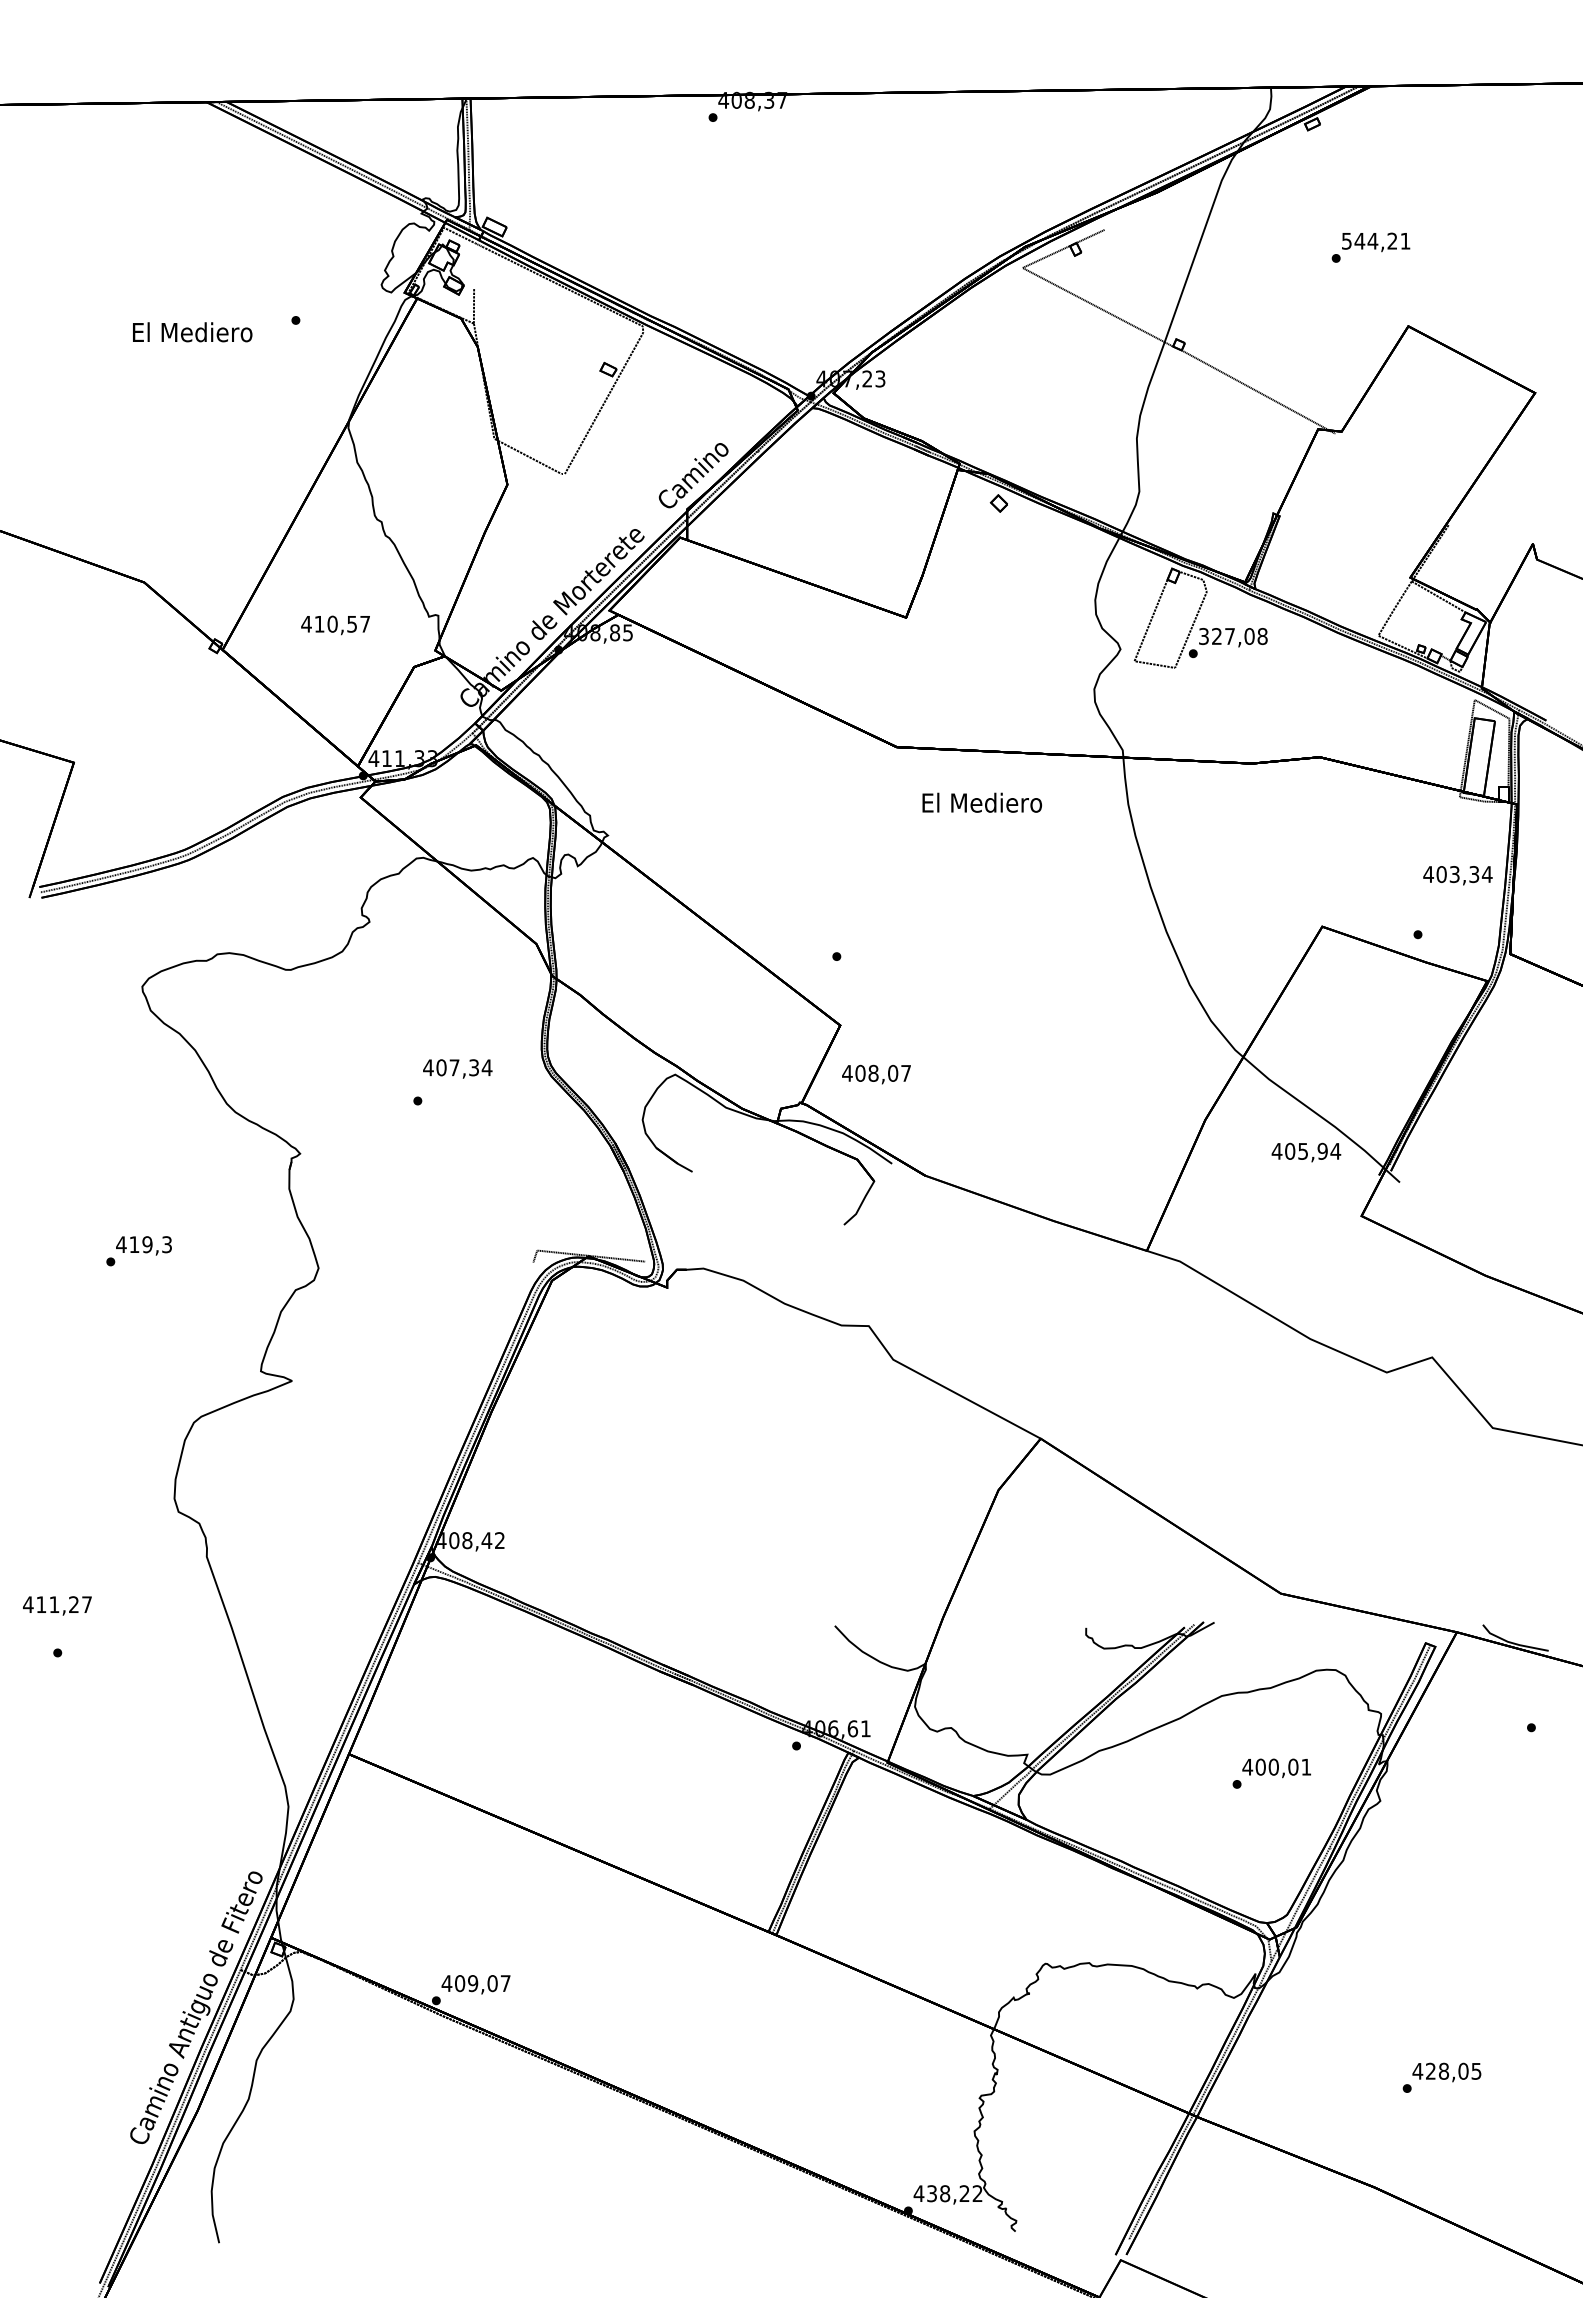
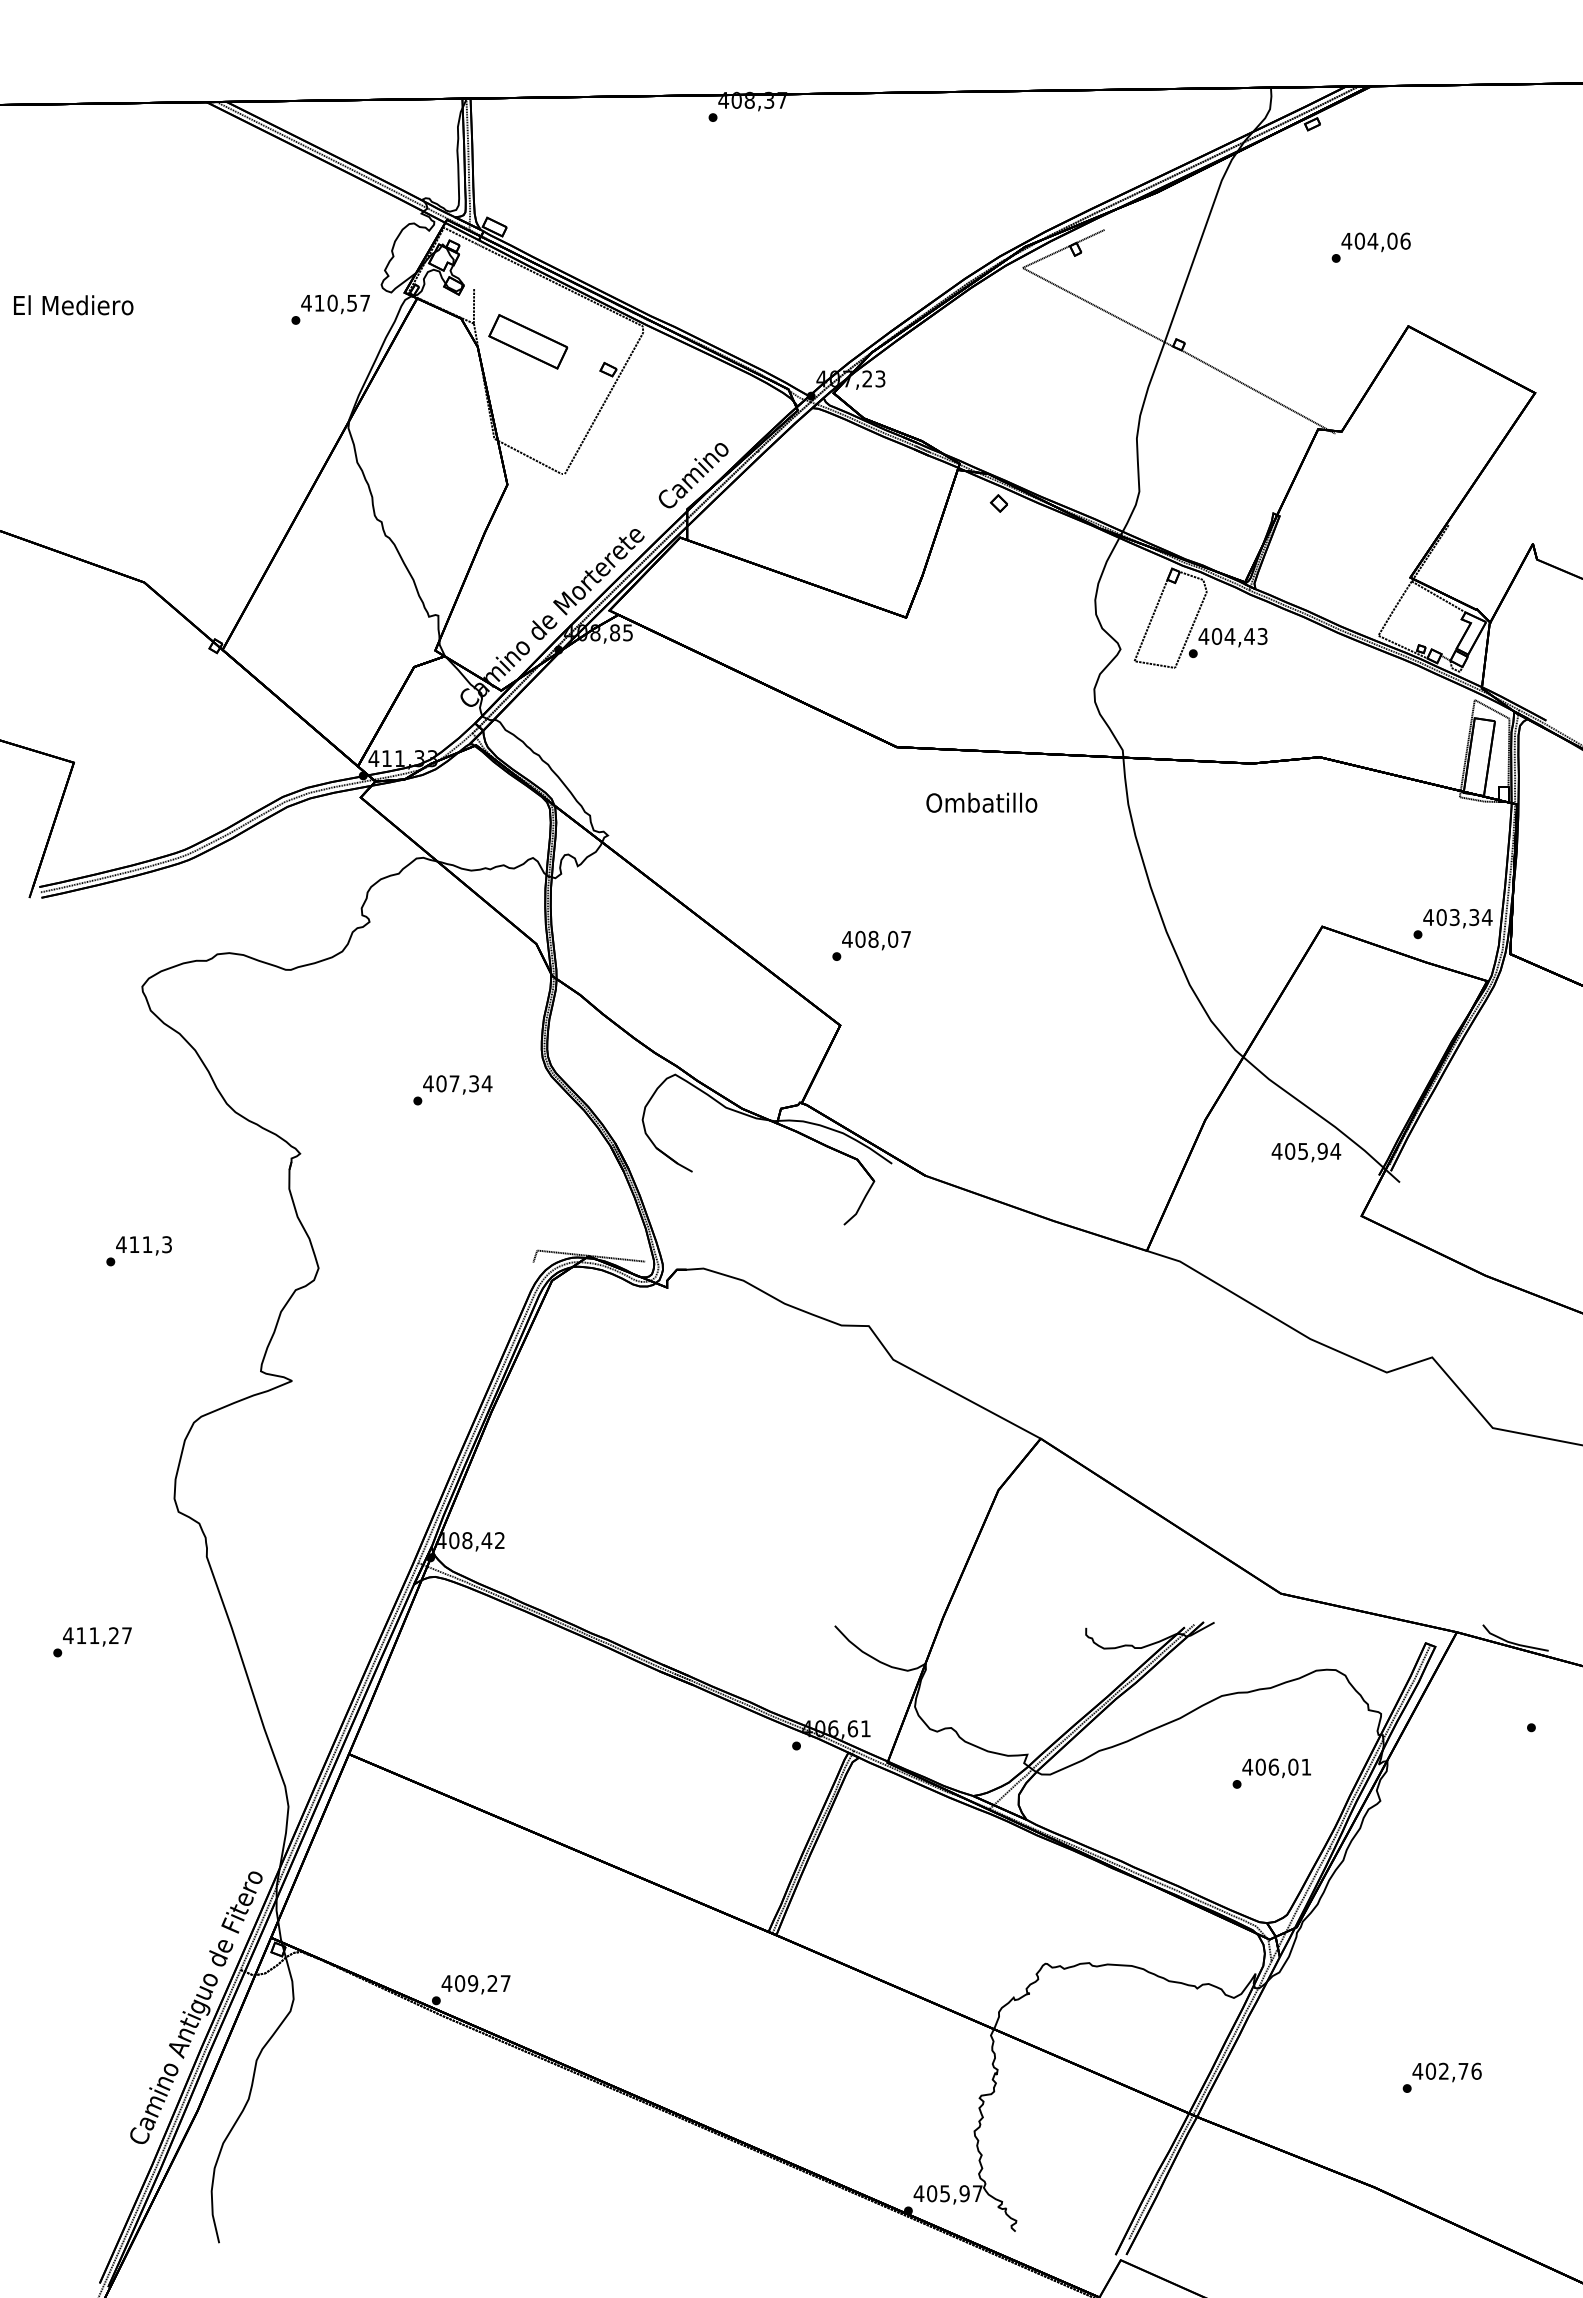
text at (1375, 240): 544,21 -> 404,06
text at (192, 332) position: (192, 332) -> (73, 305)
part at (528, 341): none -> present
text at (335, 625) position: (335, 625) -> (335, 304)
text at (1232, 636): 327,08 -> 404,43
text at (982, 802): El Mediero -> Ombatillo
text at (1457, 875) position: (1457, 875) -> (1457, 918)
text at (457, 1068) position: (457, 1068) -> (457, 1084)
text at (876, 1074) position: (876, 1074) -> (876, 940)
text at (147, 1244): 419,3 -> 411,3
text at (57, 1605) position: (57, 1605) -> (97, 1636)
text at (1273, 1766): 400,01 -> 406,01
text at (492, 1983): 409,07 -> 409,27
text at (1453, 2070): 428,05 -> 402,76
text at (954, 2193): 438,22 -> 405,97
